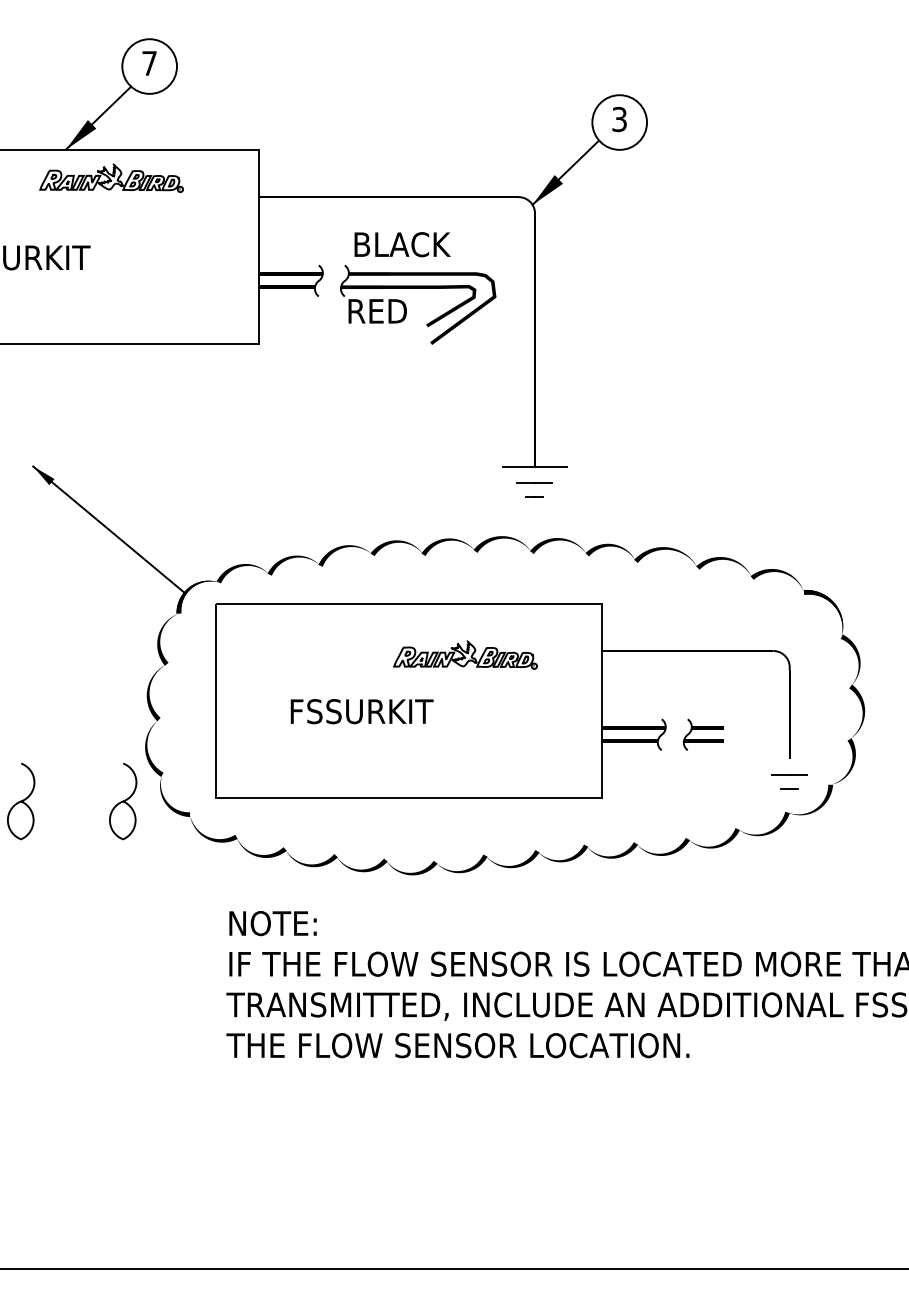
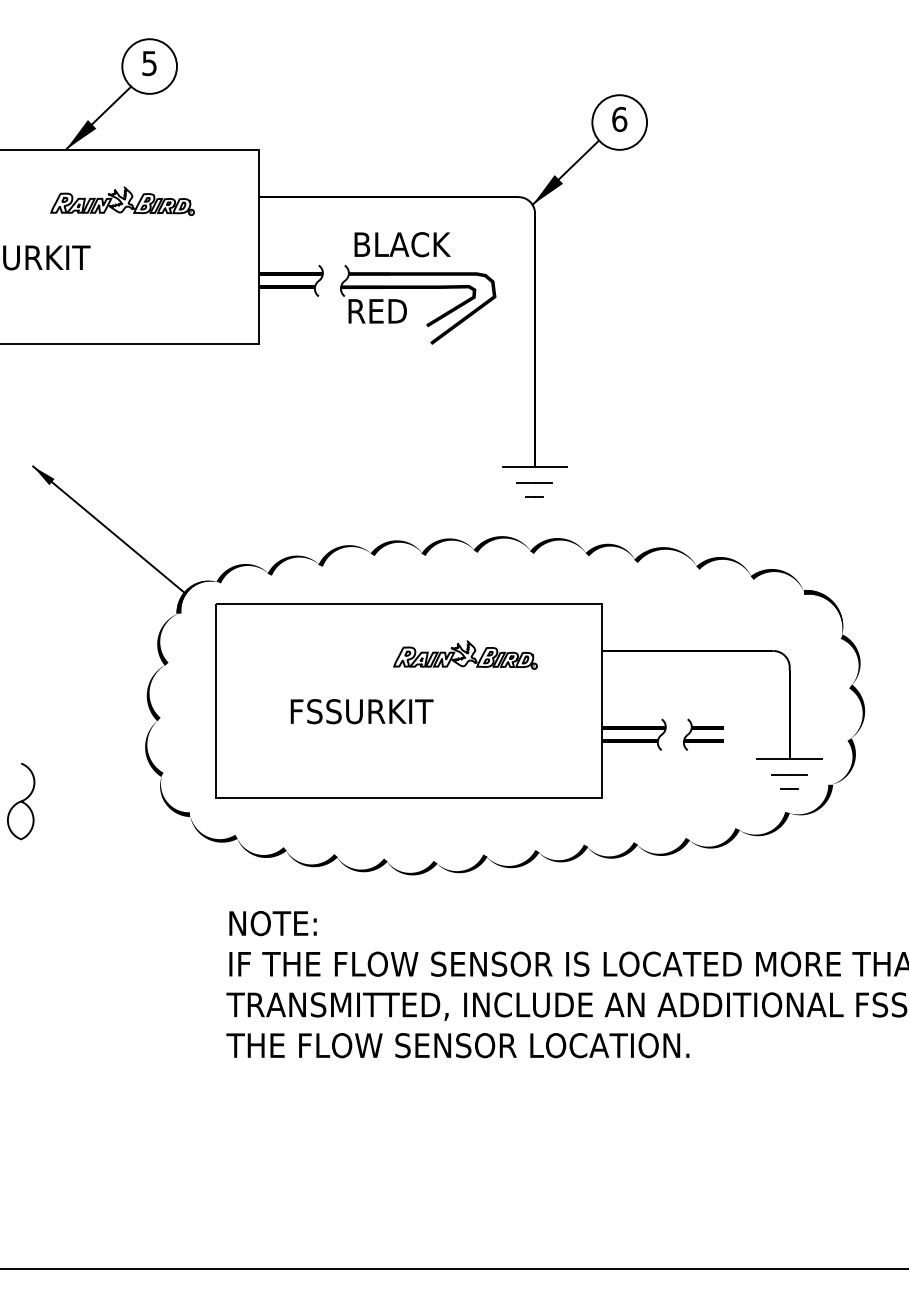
text at (149, 63): 7 -> 5
text at (619, 119): 3 -> 6
part at (111, 177) position: (111, 177) -> (122, 200)
line at (789, 758): none -> present
curve at (123, 801): present -> none
